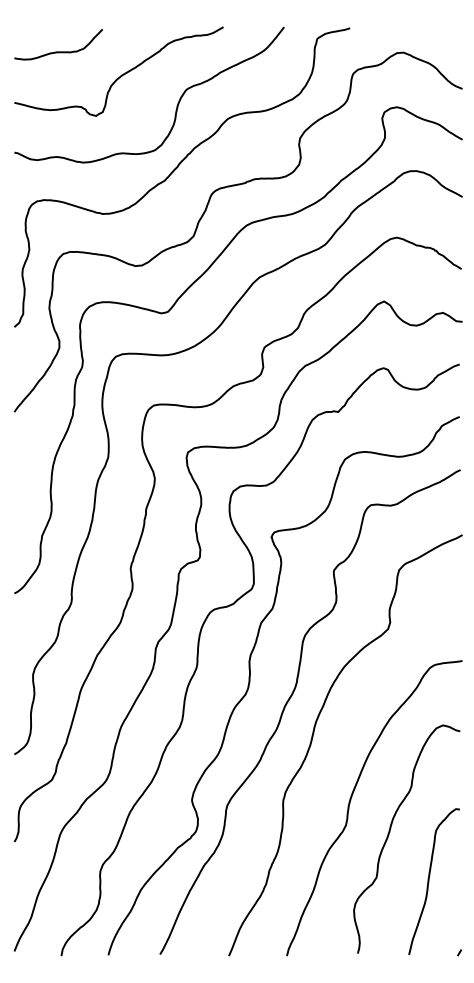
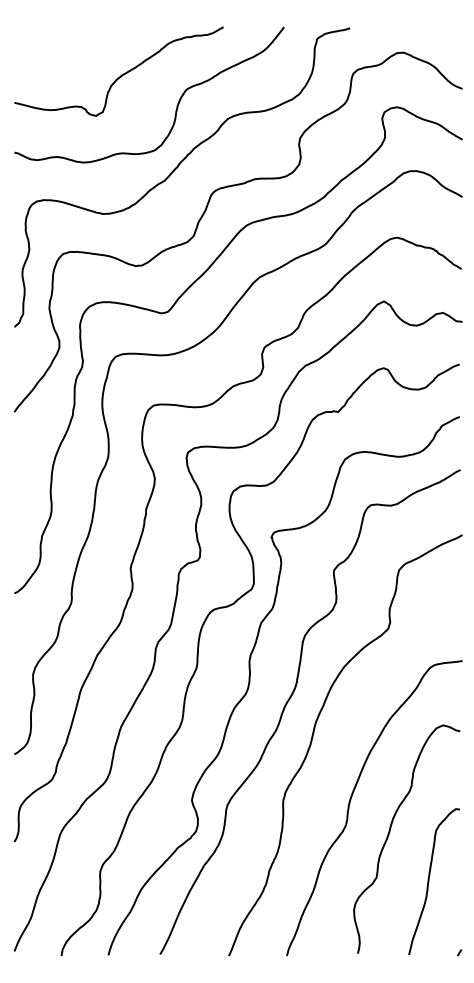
curve at (58, 51): present -> none
